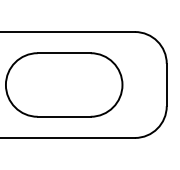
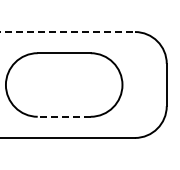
line at (67, 32): solid -> dashed
line at (63, 116): solid -> dashed
